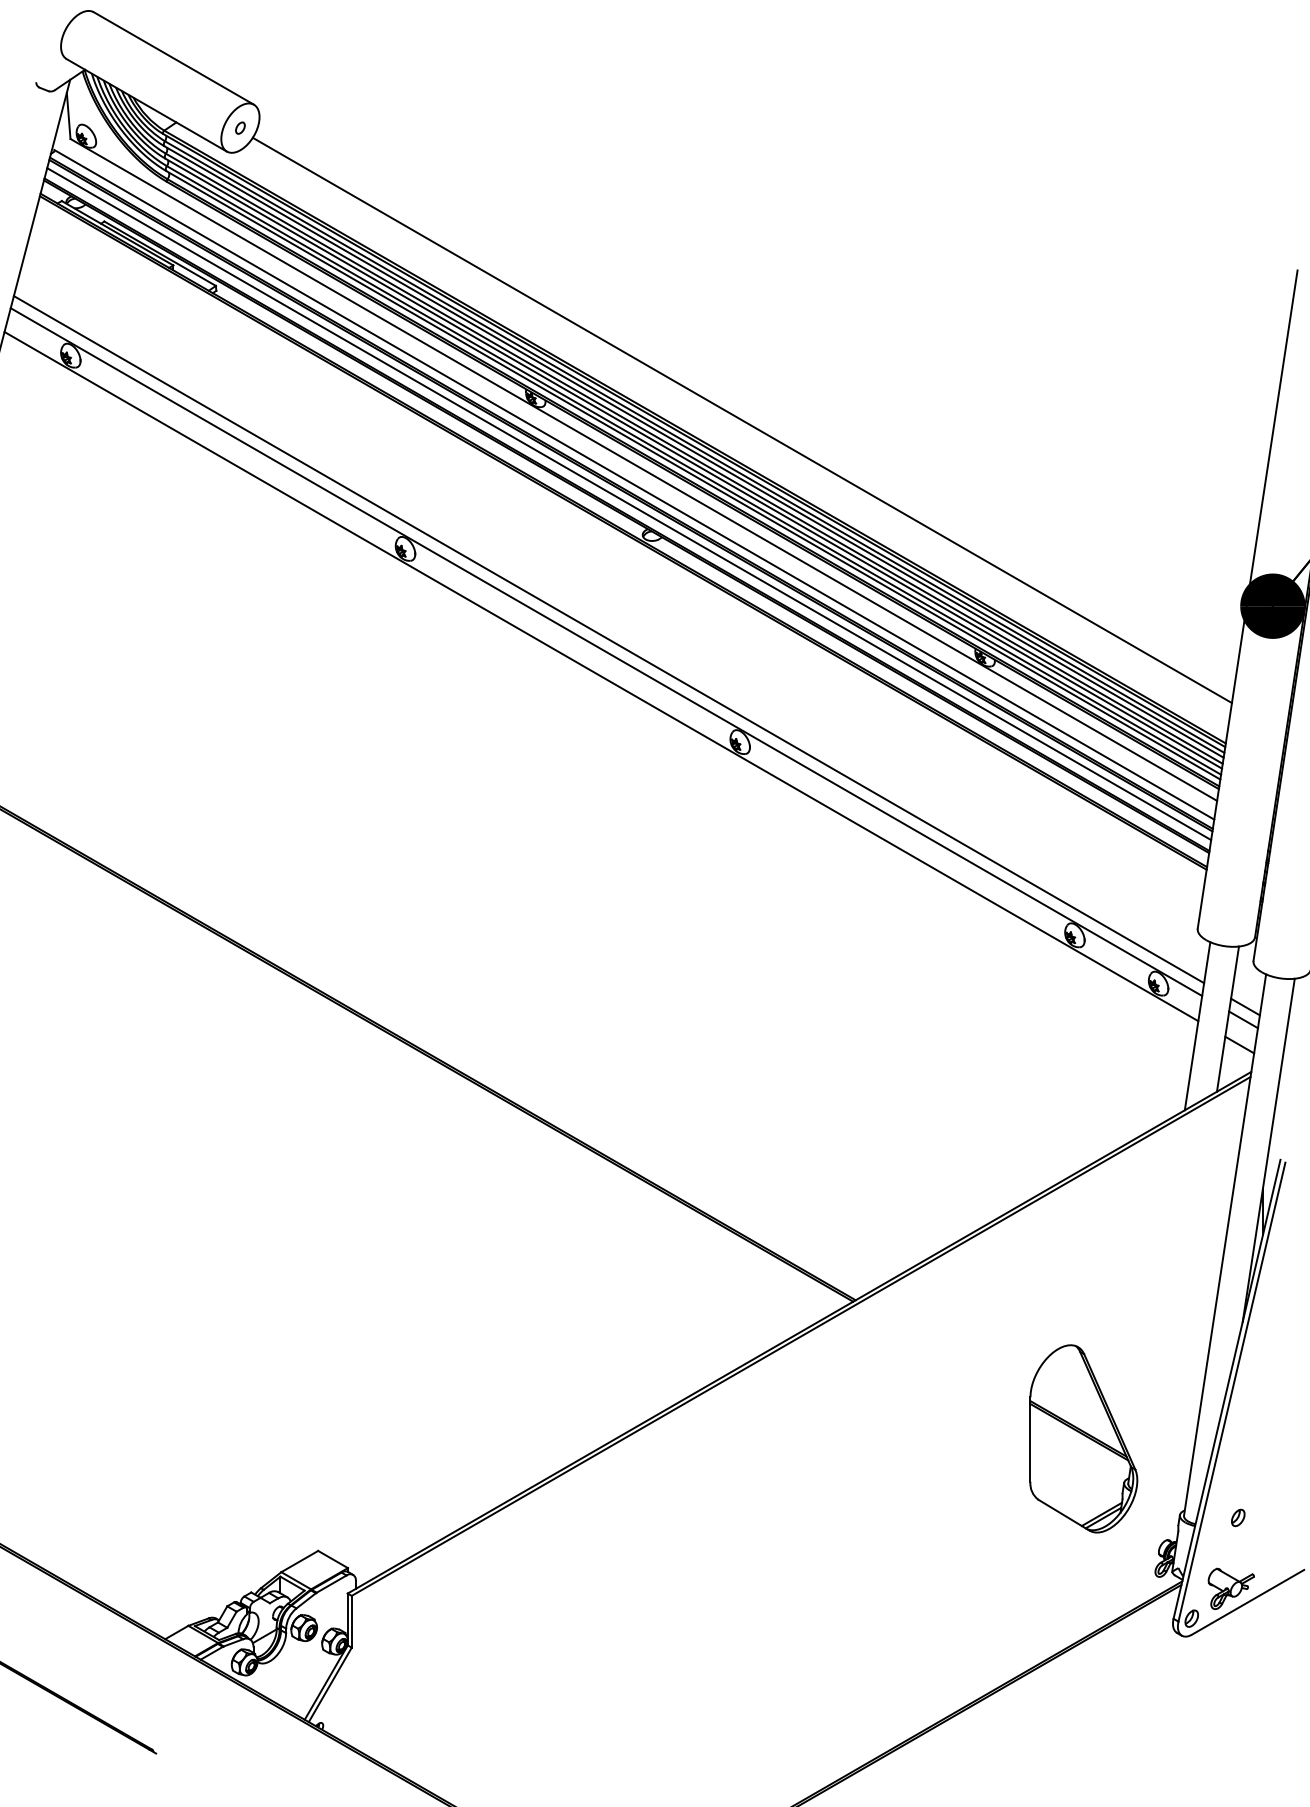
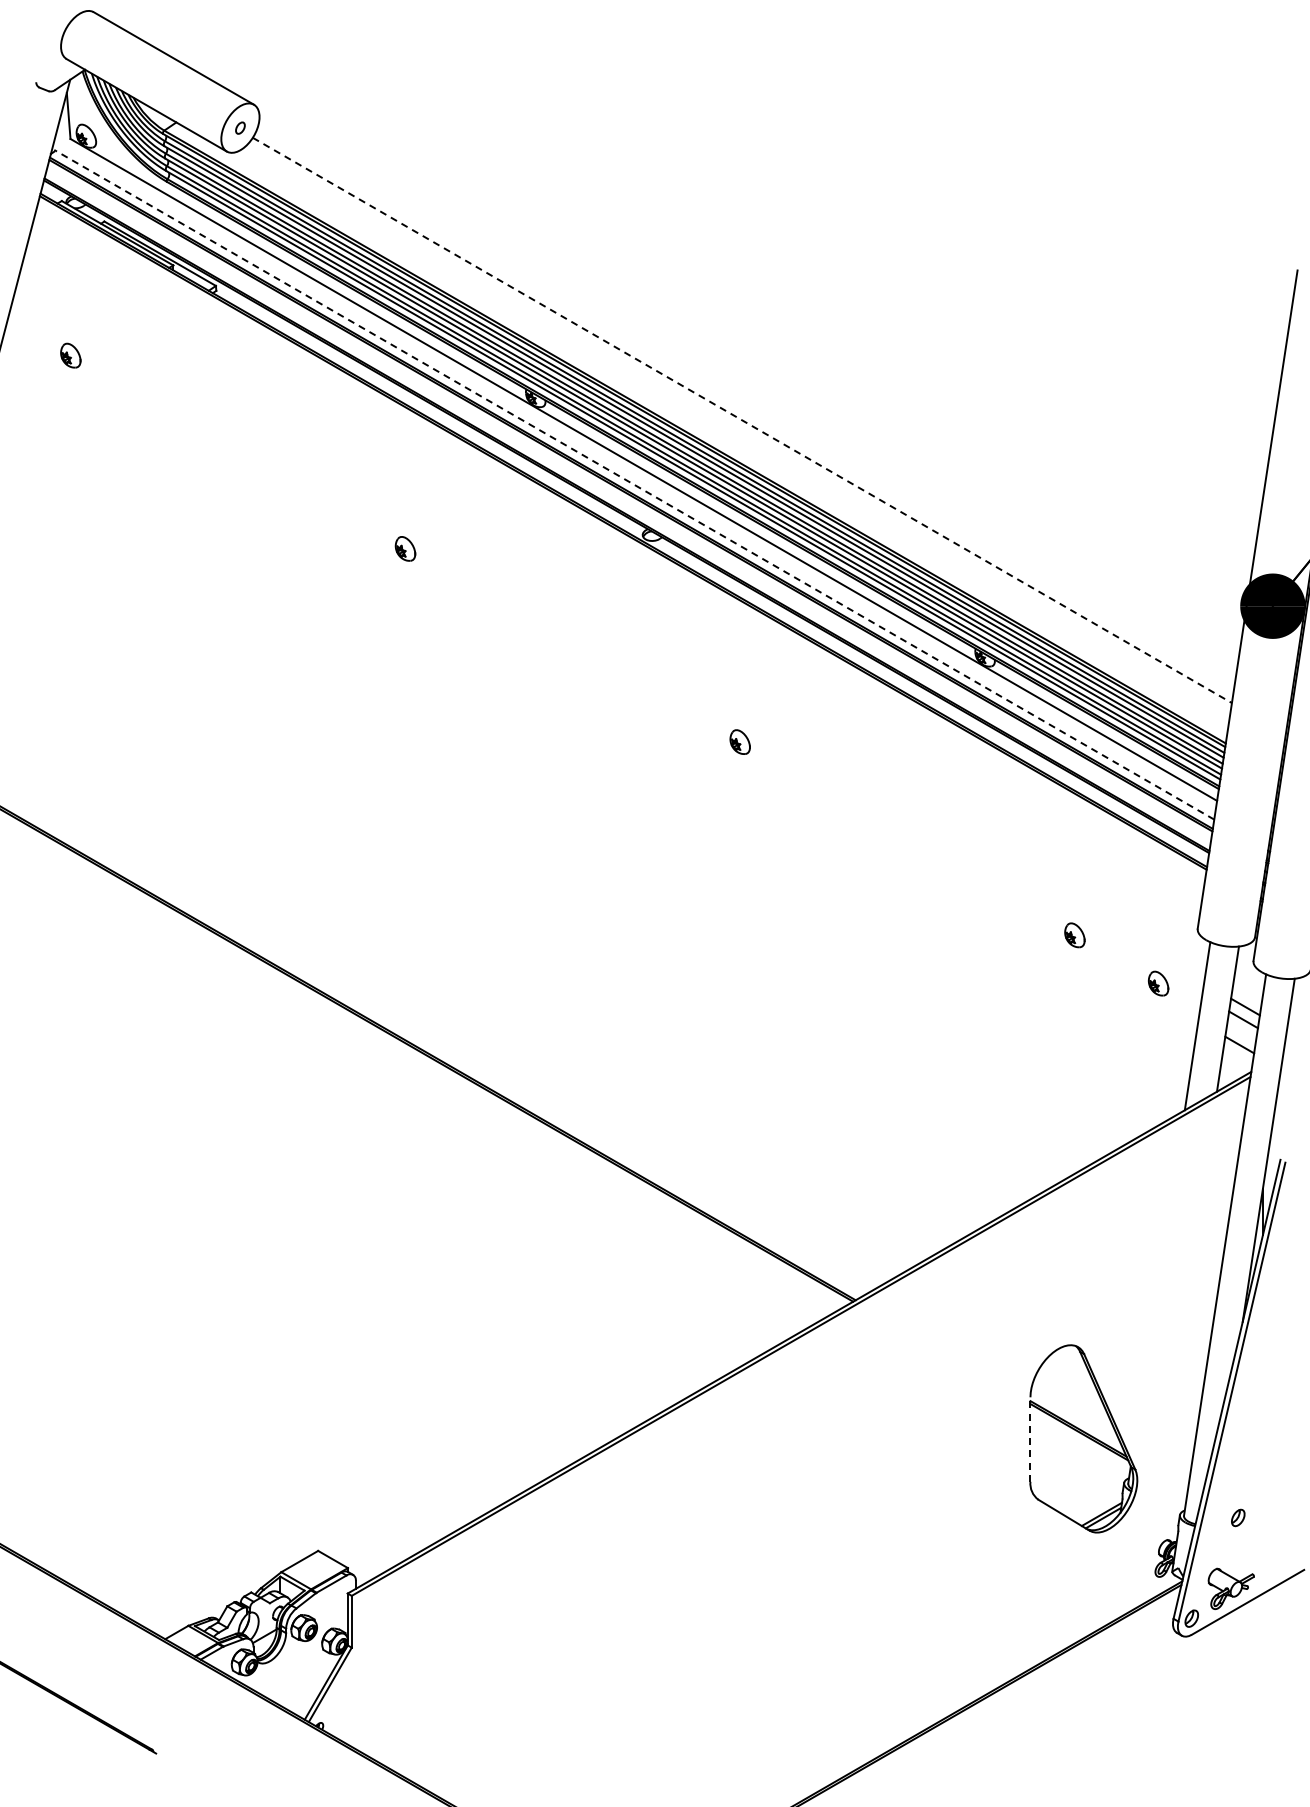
line at (742, 420): solid -> dashed
line at (634, 484): solid -> dashed
line at (629, 504): present -> none
line at (608, 639): present -> none
line at (606, 652): present -> none
line at (601, 676): present -> none
line at (1030, 1439): solid -> dashed
